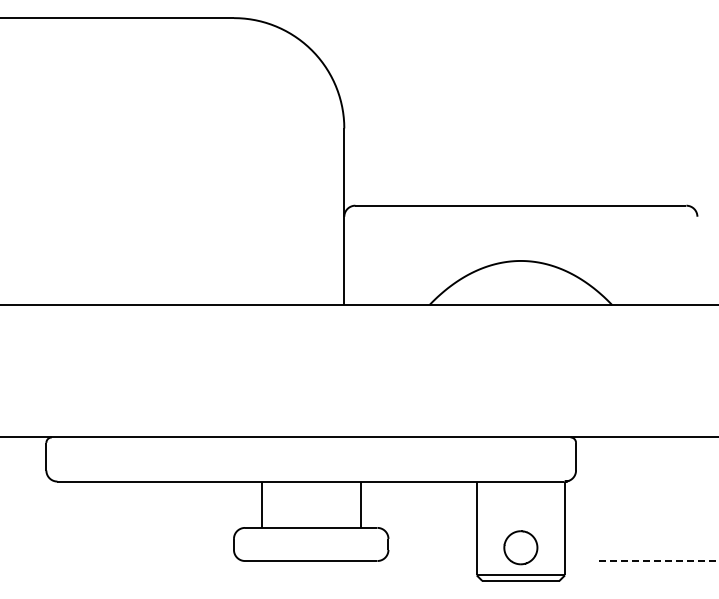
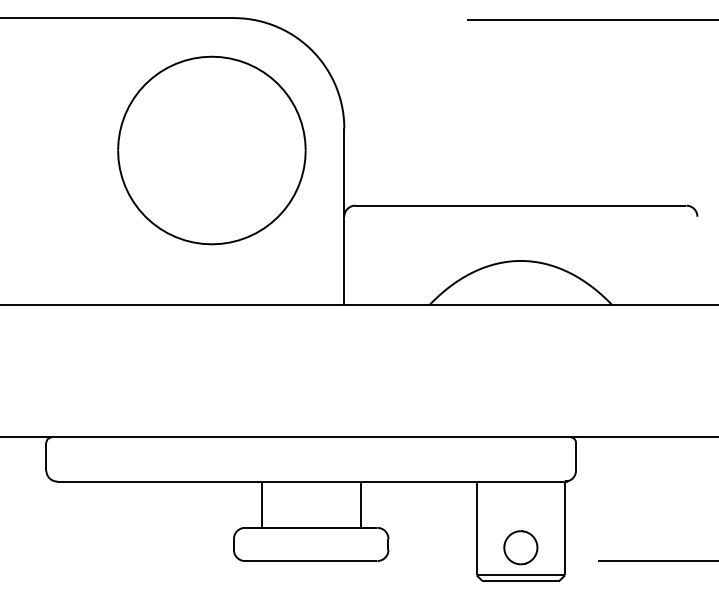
line at (591, 20): none -> present
part at (211, 150): none -> present
line at (659, 560): dashed -> solid
